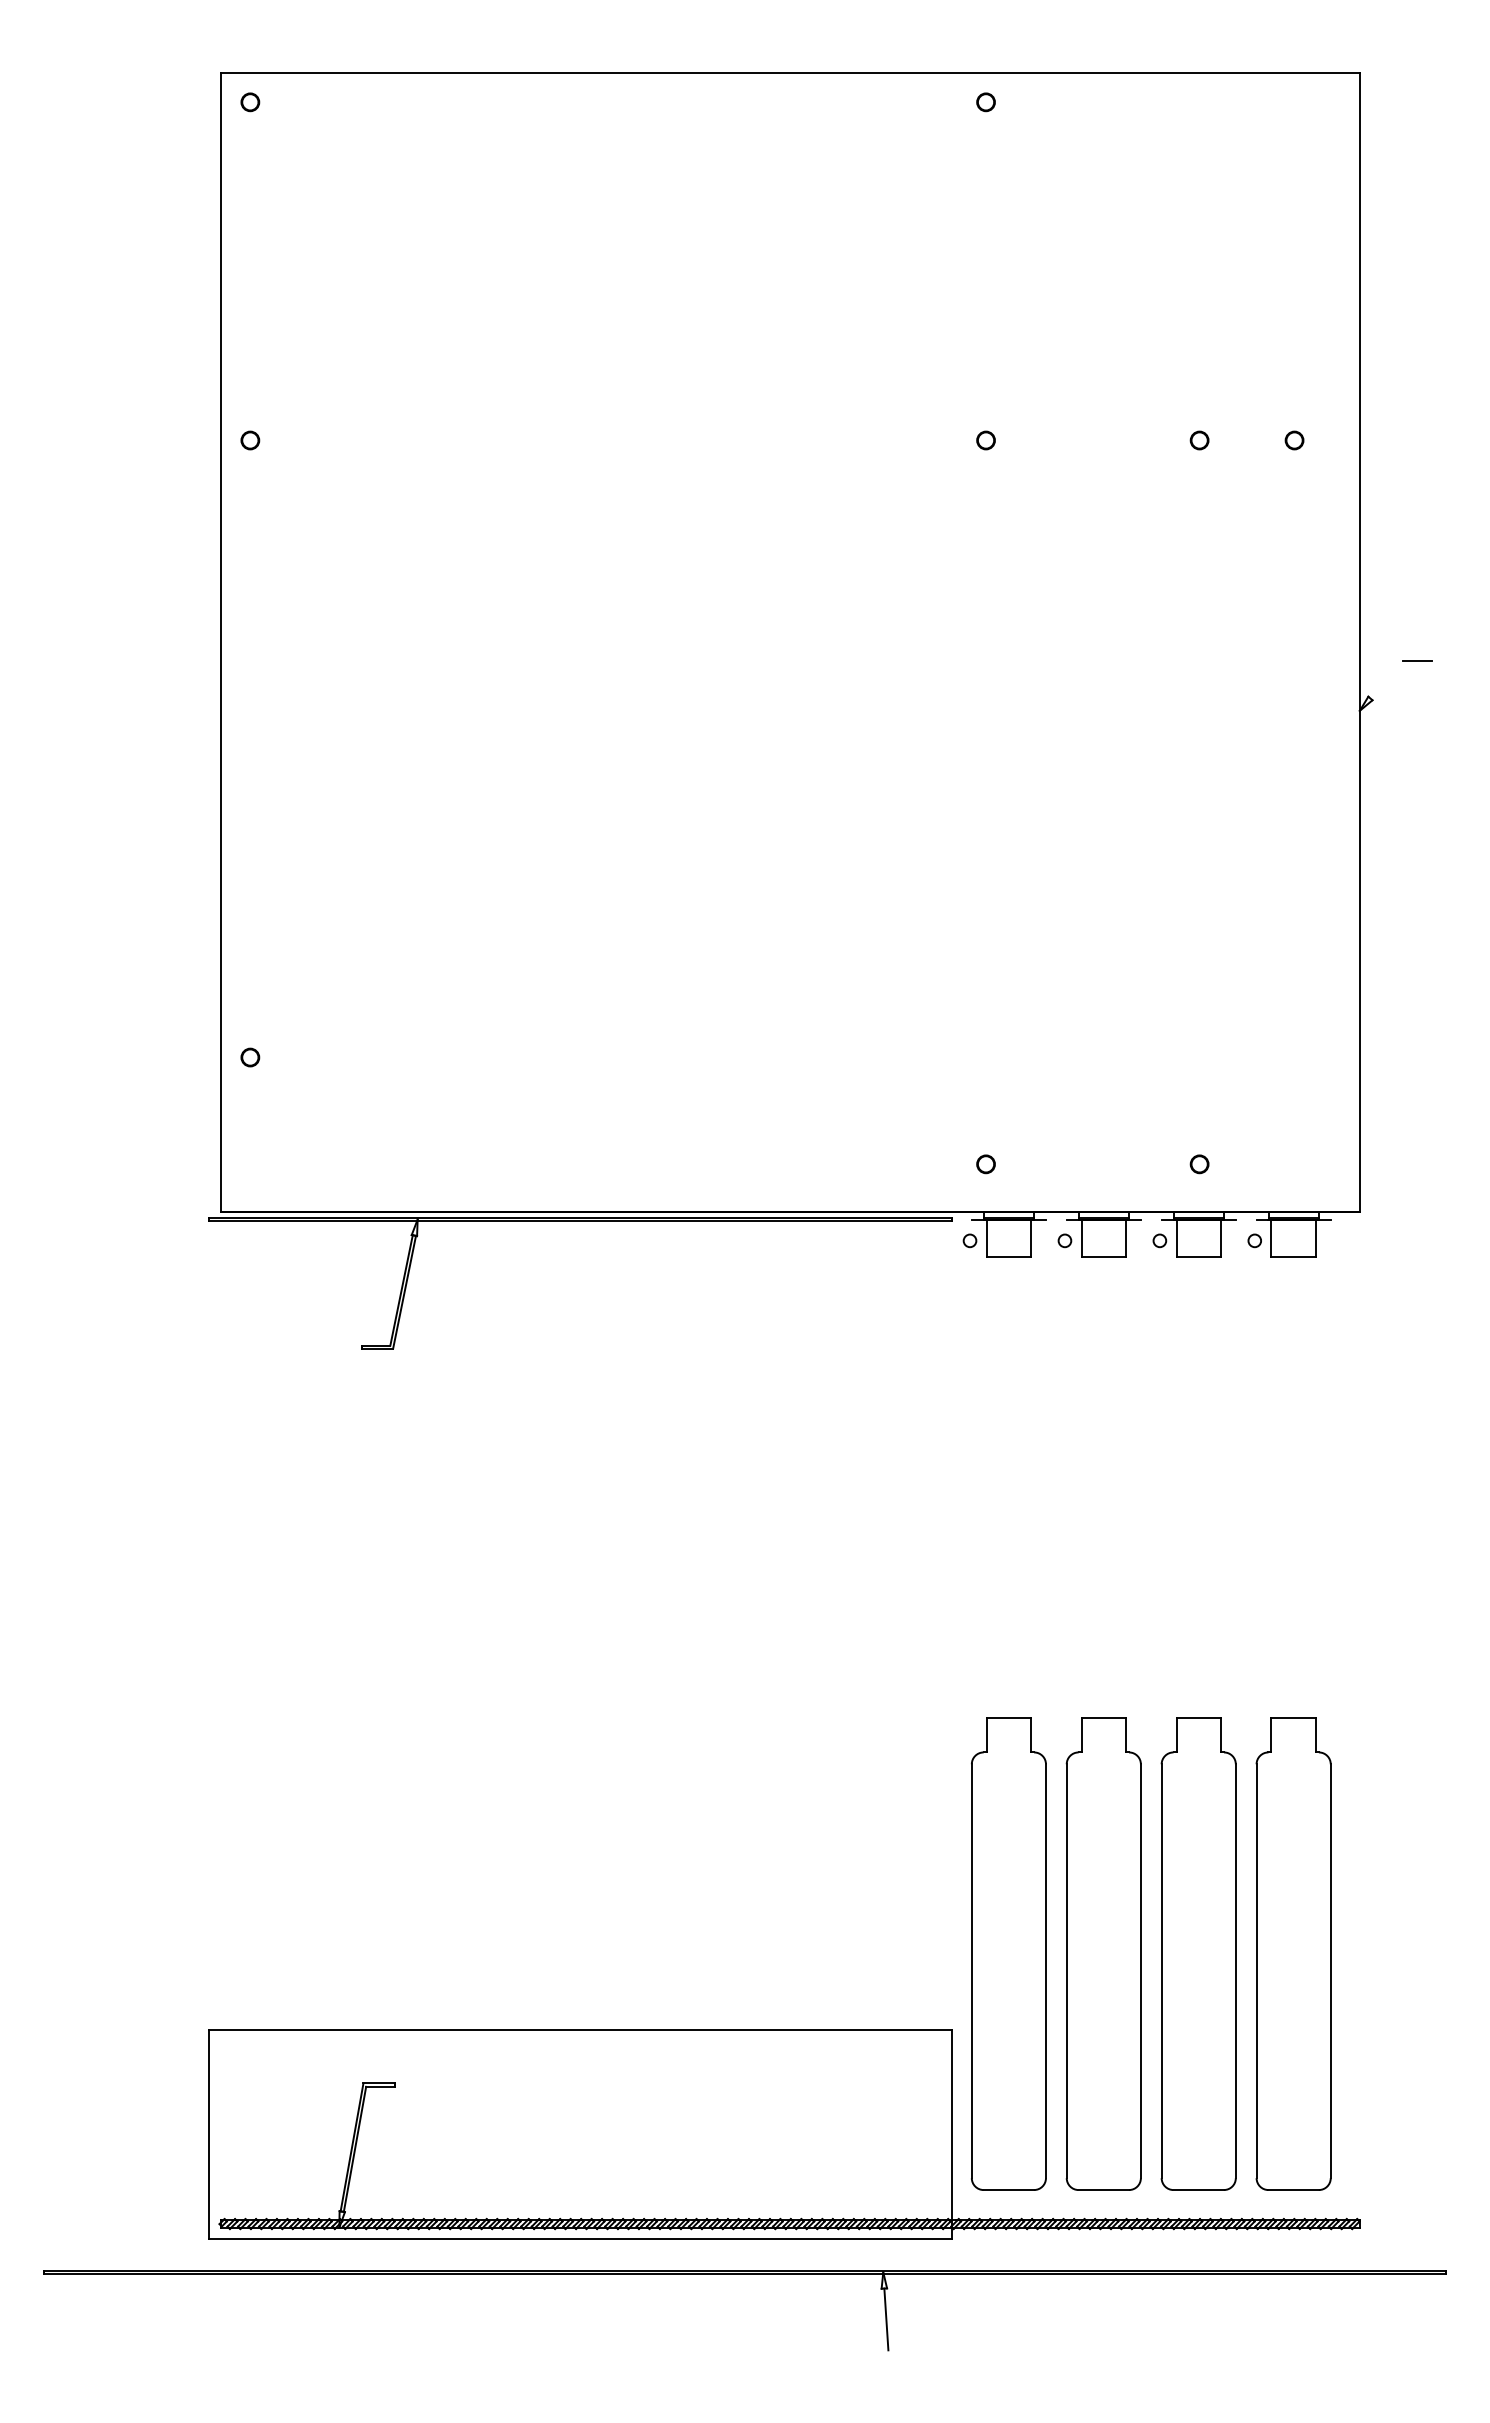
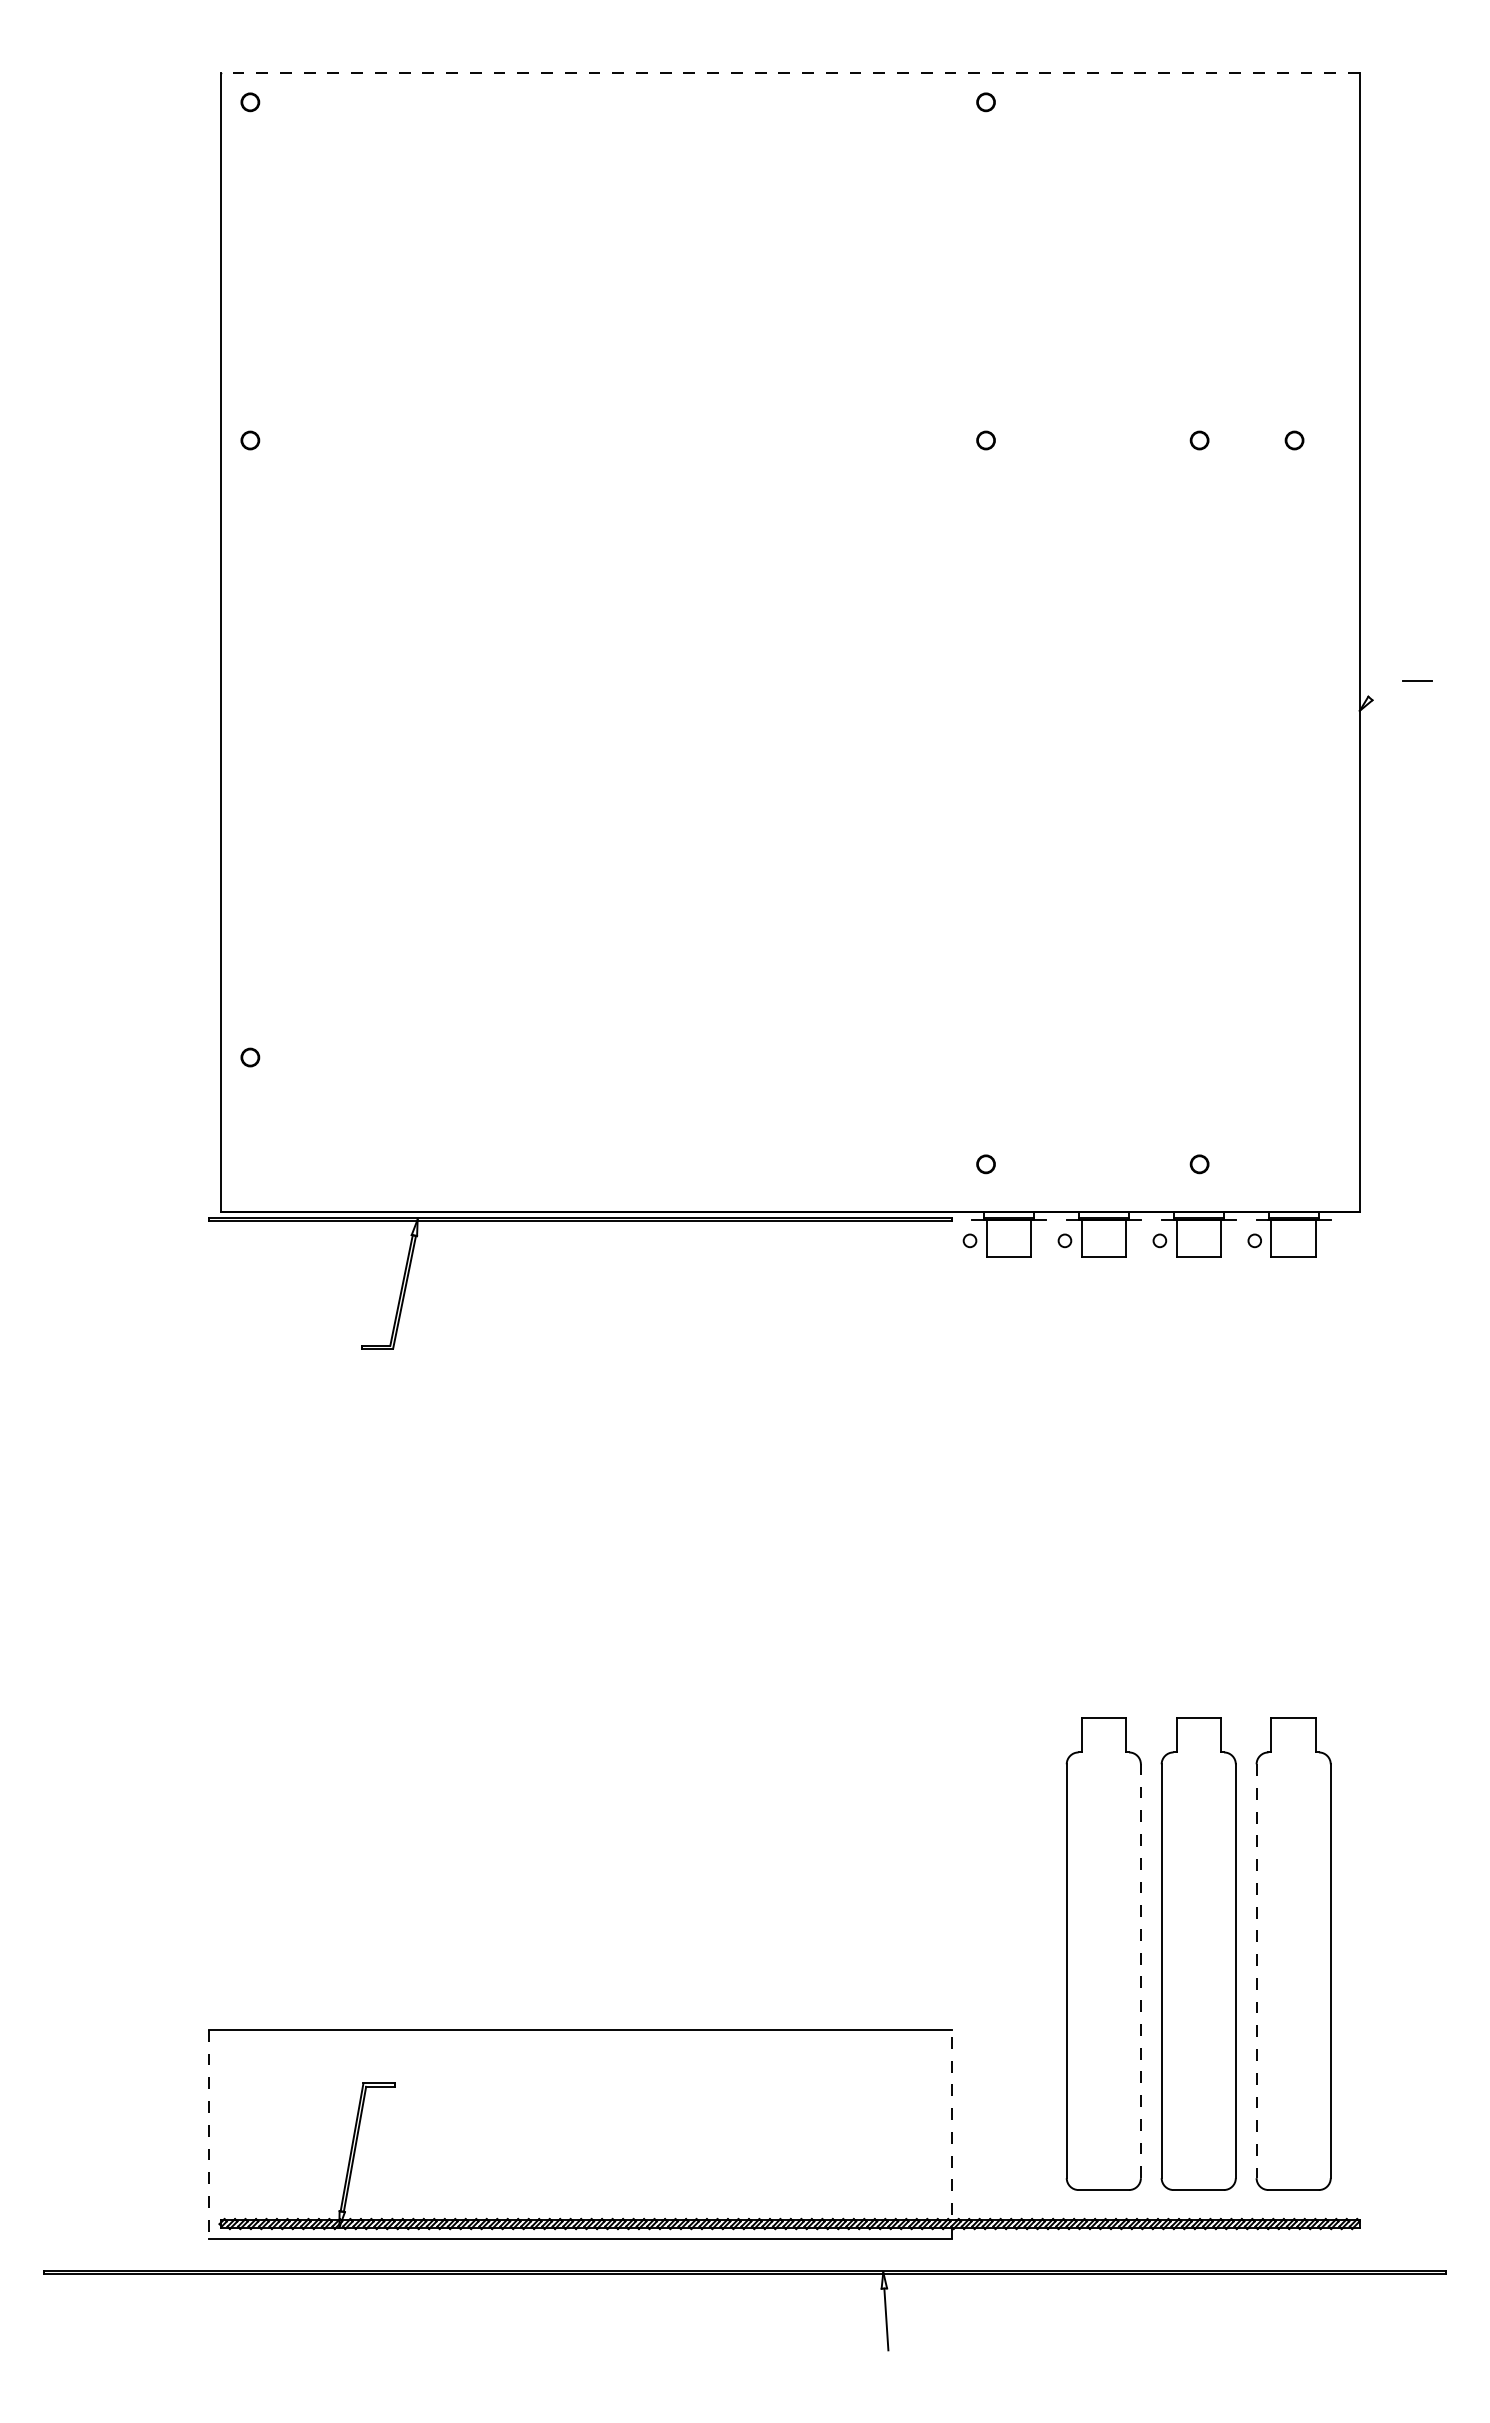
line at (790, 72): solid -> dashed
line at (1417, 660) position: (1417, 660) -> (1417, 680)
part at (1008, 1953): present -> none
line at (1140, 1971): solid -> dashed
line at (1256, 1971): solid -> dashed
line at (951, 2133): solid -> dashed
line at (208, 2134): solid -> dashed
